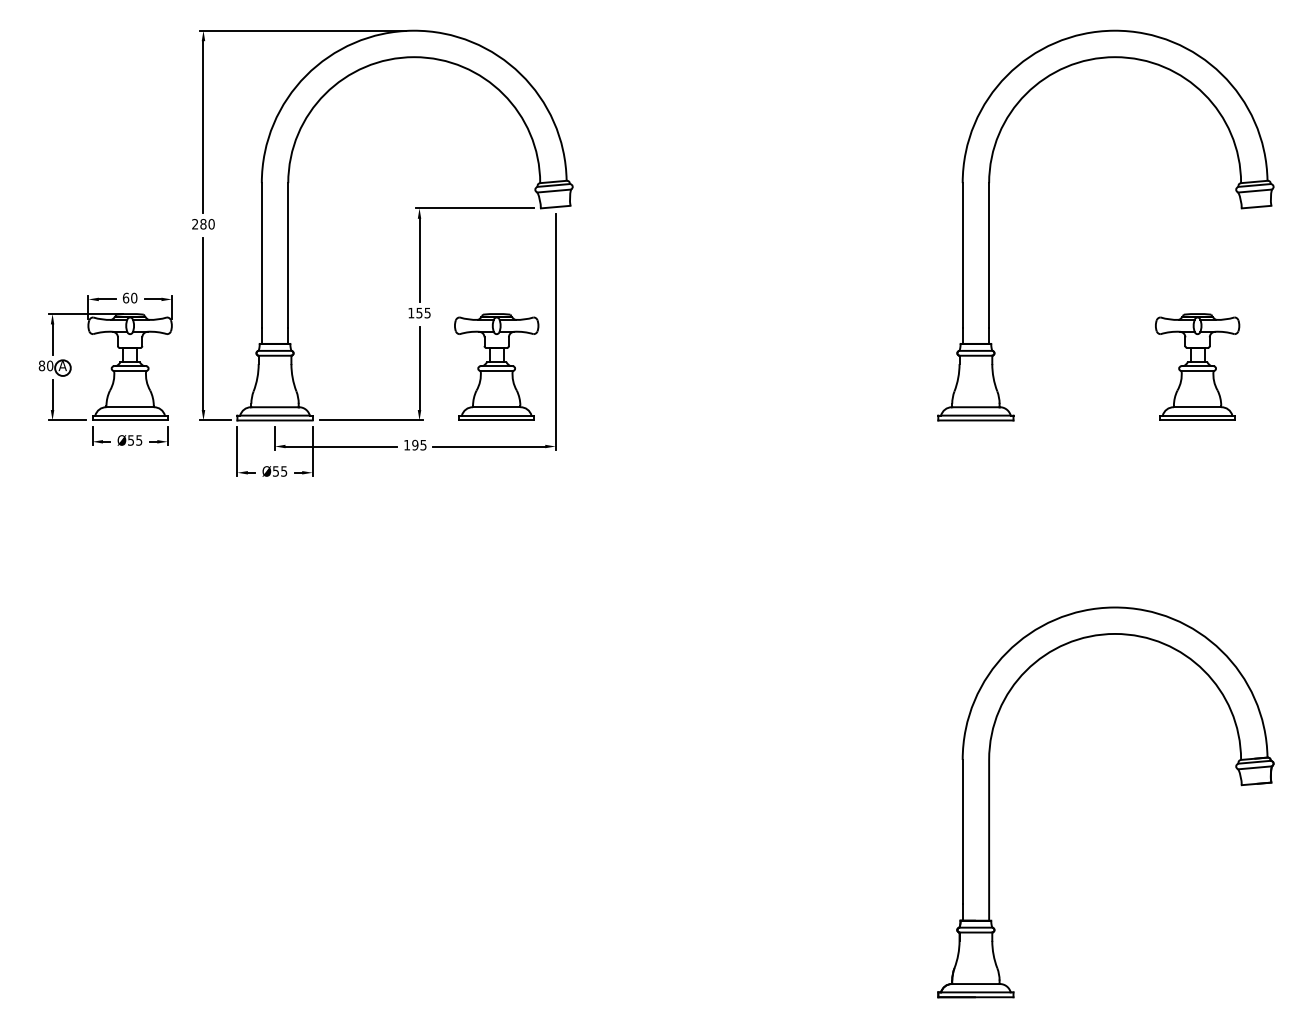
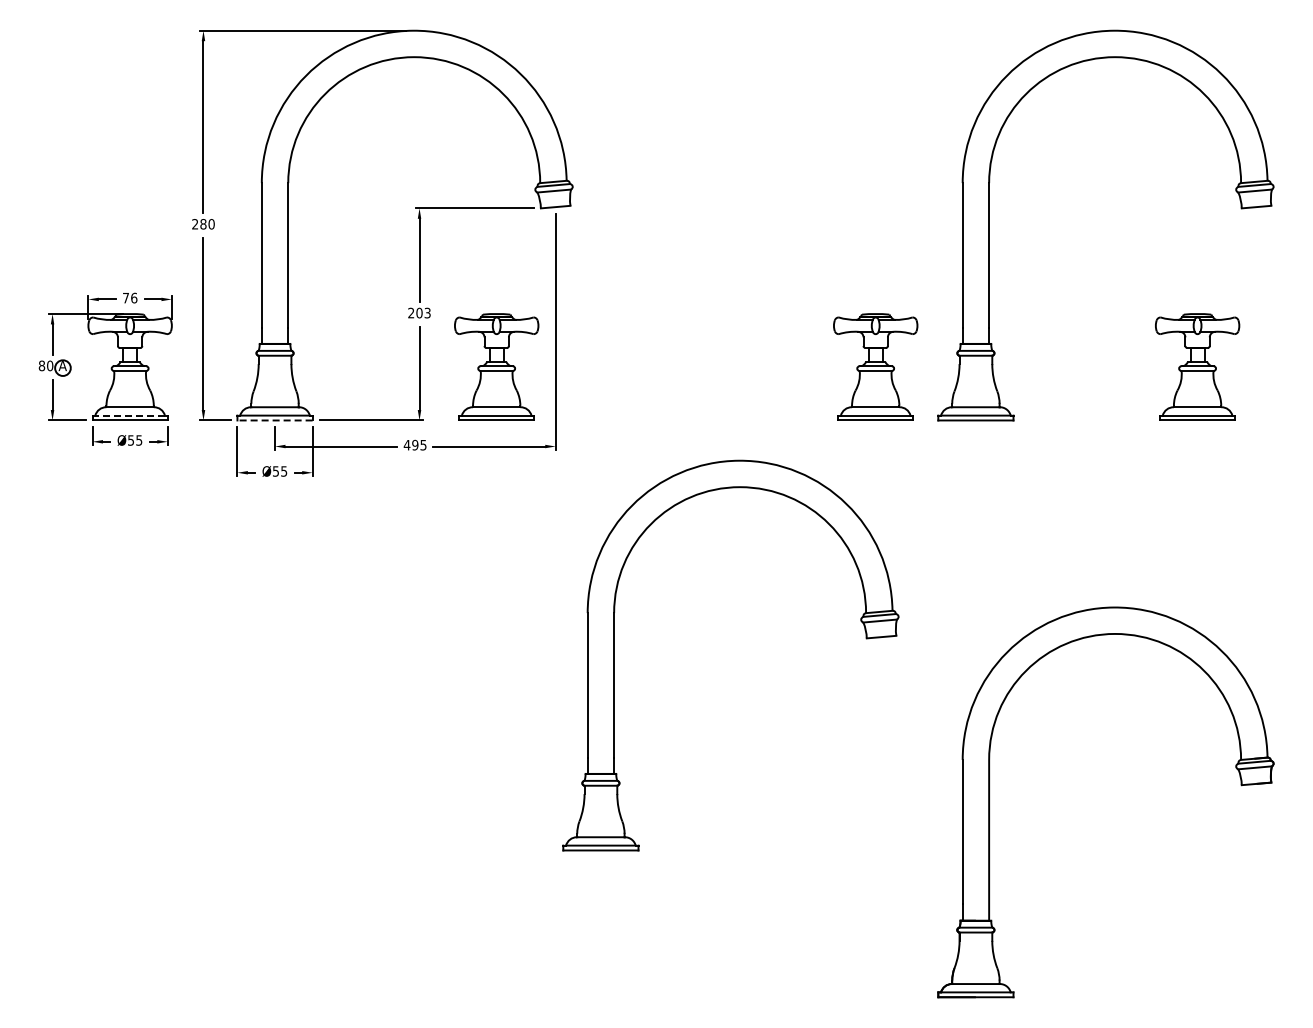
text at (129, 297): 60 -> 76
text at (419, 312): 155 -> 203
part at (875, 366): none -> present
line at (130, 415): solid -> dashed
line at (275, 420): solid -> dashed
text at (406, 445): 195 -> 495
part at (614, 655): none -> present
